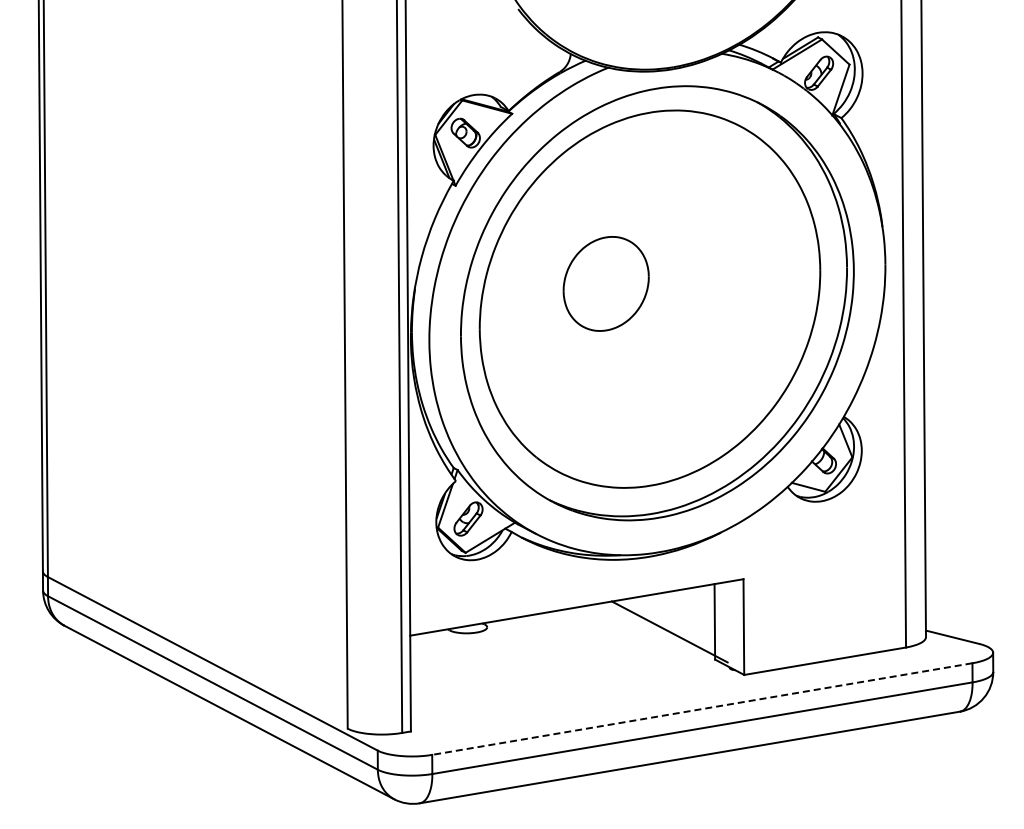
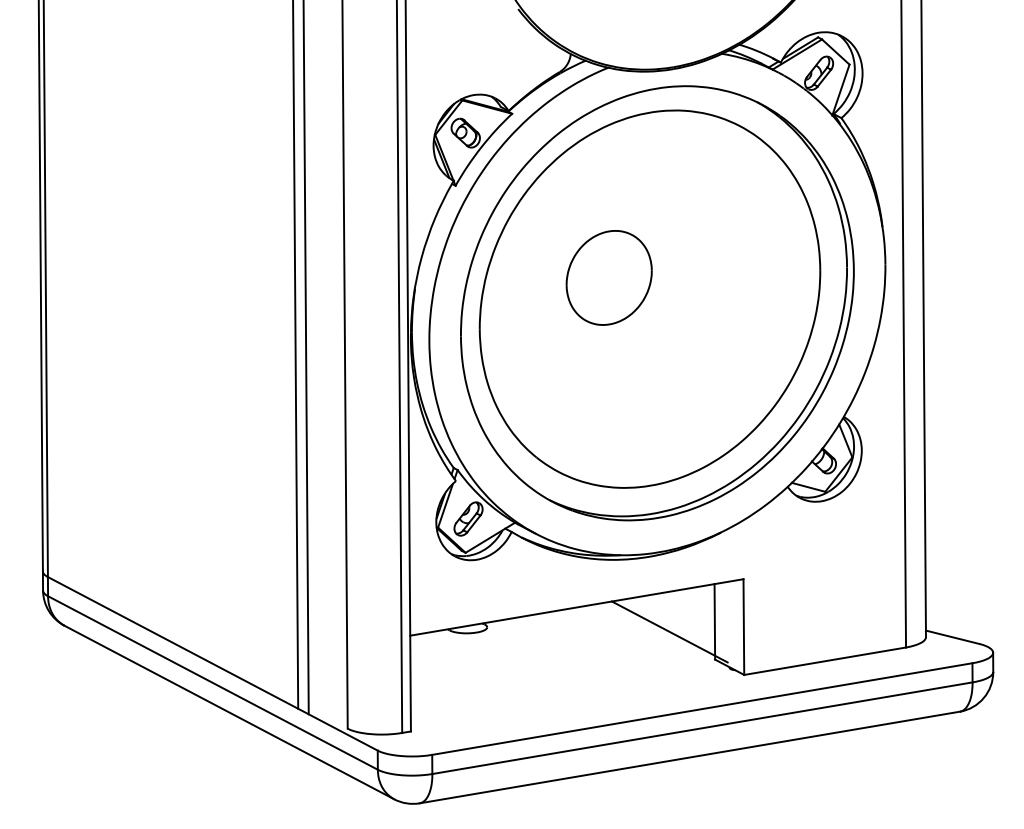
part at (605, 283) position: (605, 283) -> (608, 277)
line at (295, 355): none -> present
line at (305, 358): none -> present
line at (702, 709): dashed -> solid
